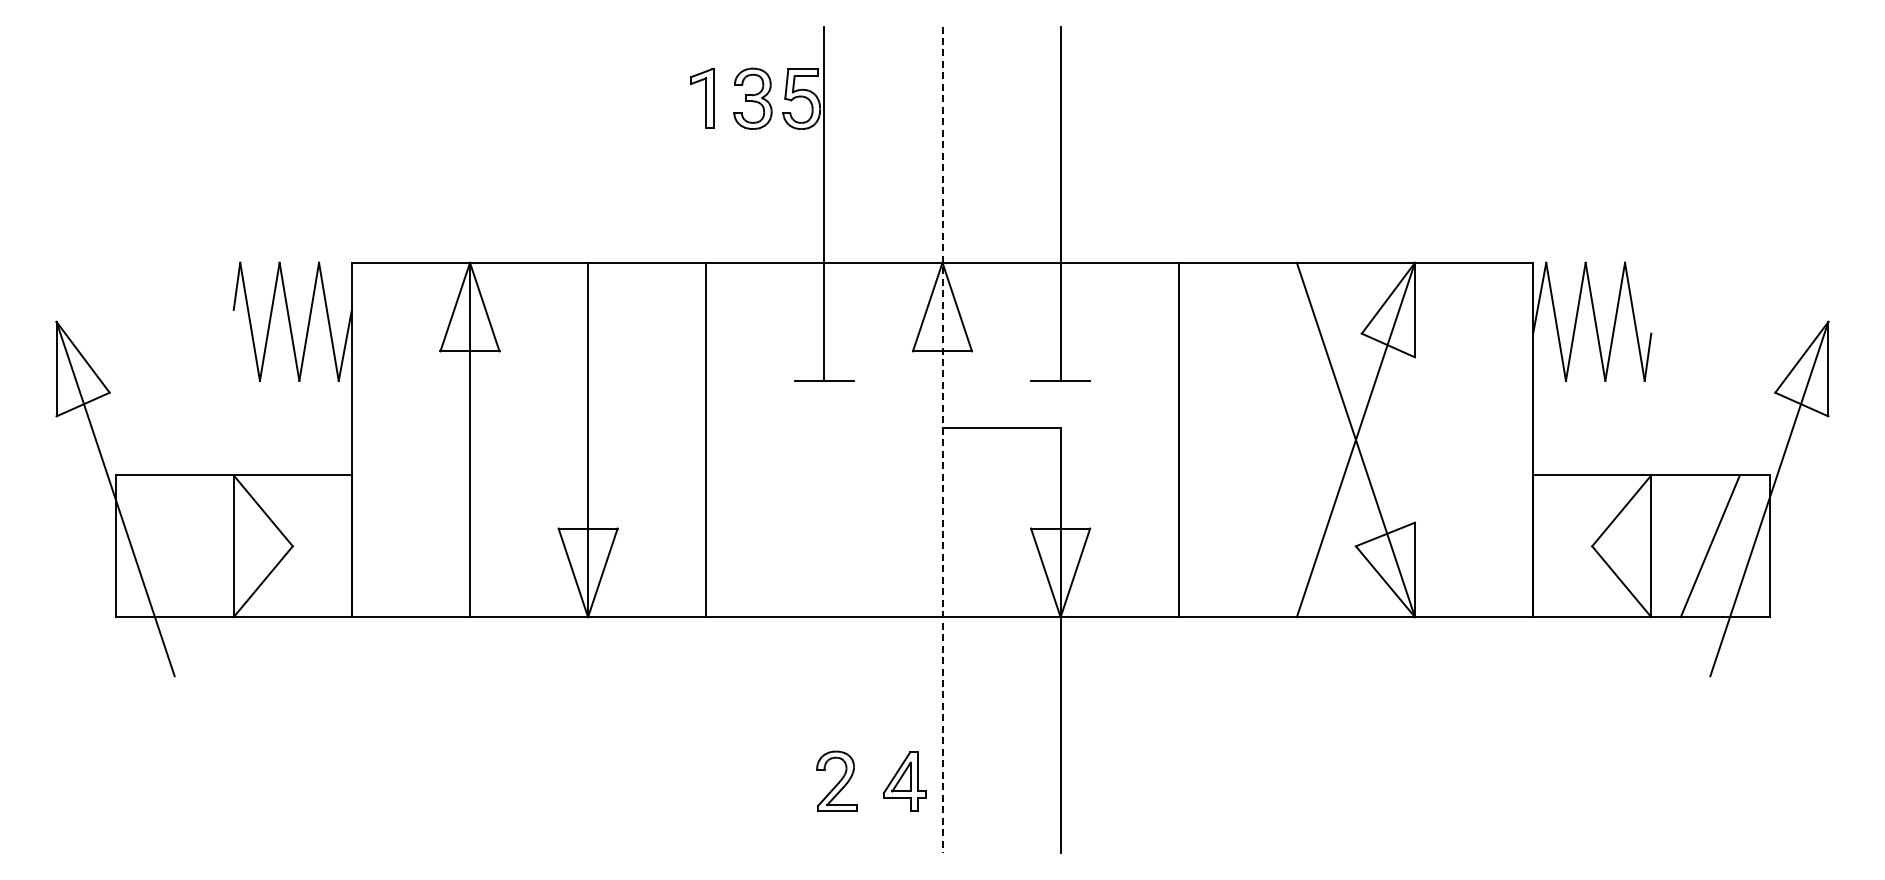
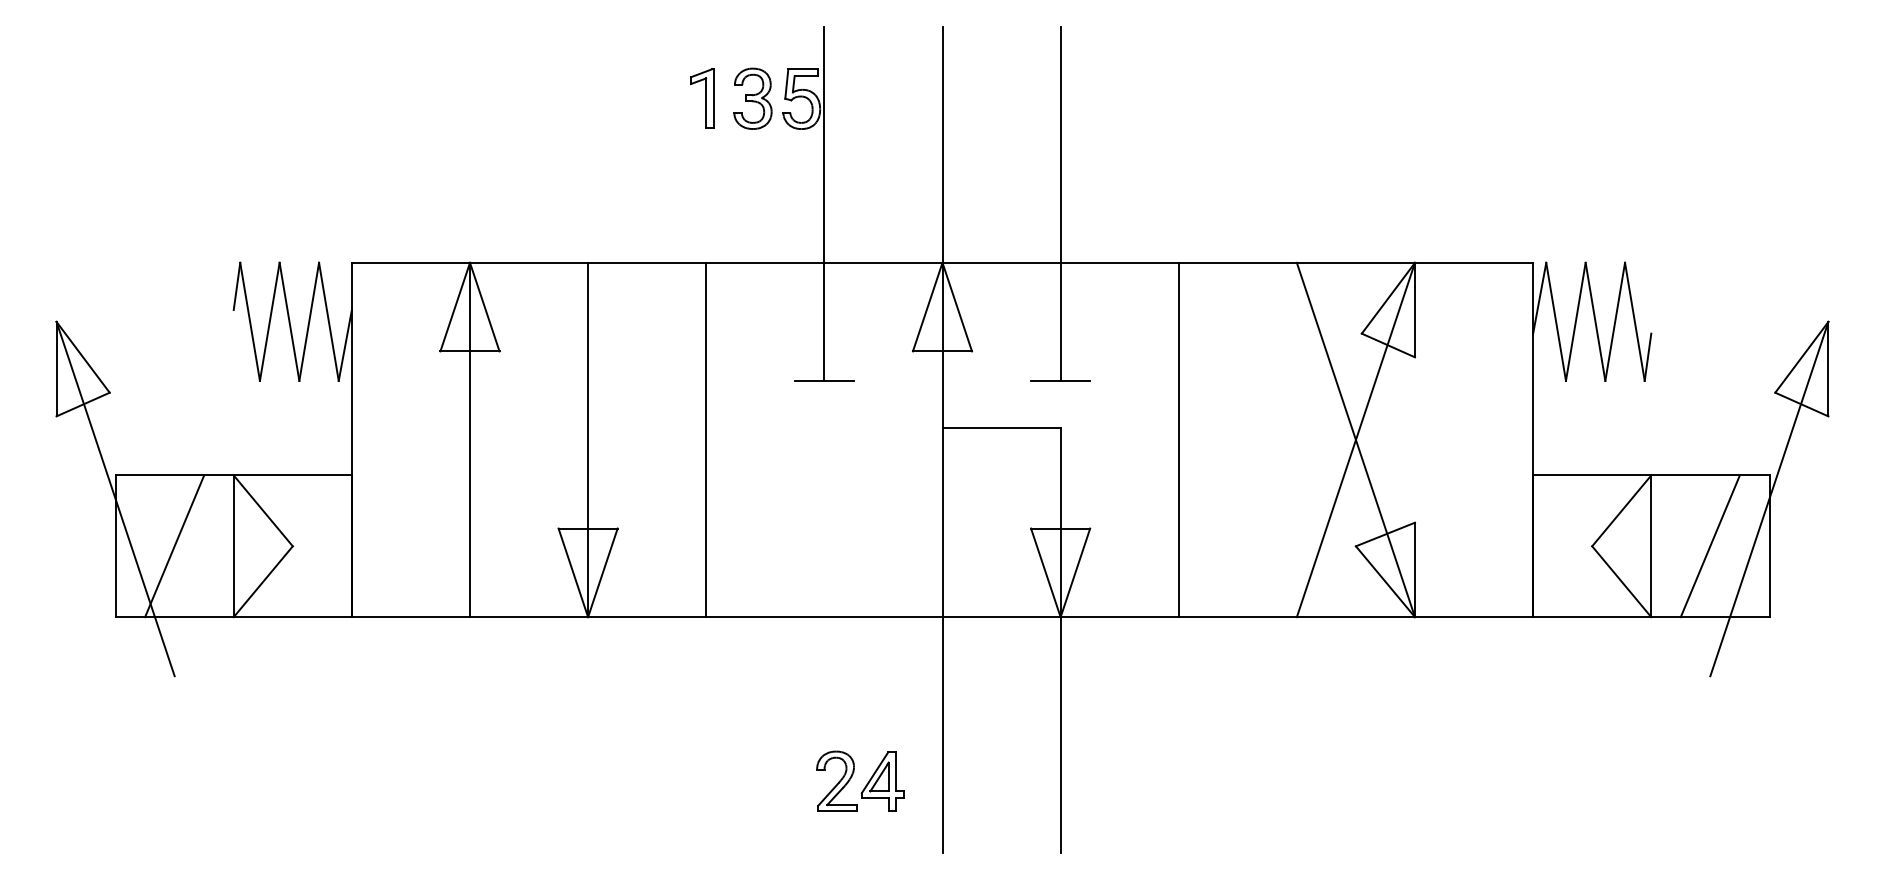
line at (942, 440): dashed -> solid
line at (174, 546): none -> present
part at (904, 781) position: (904, 781) -> (882, 781)
